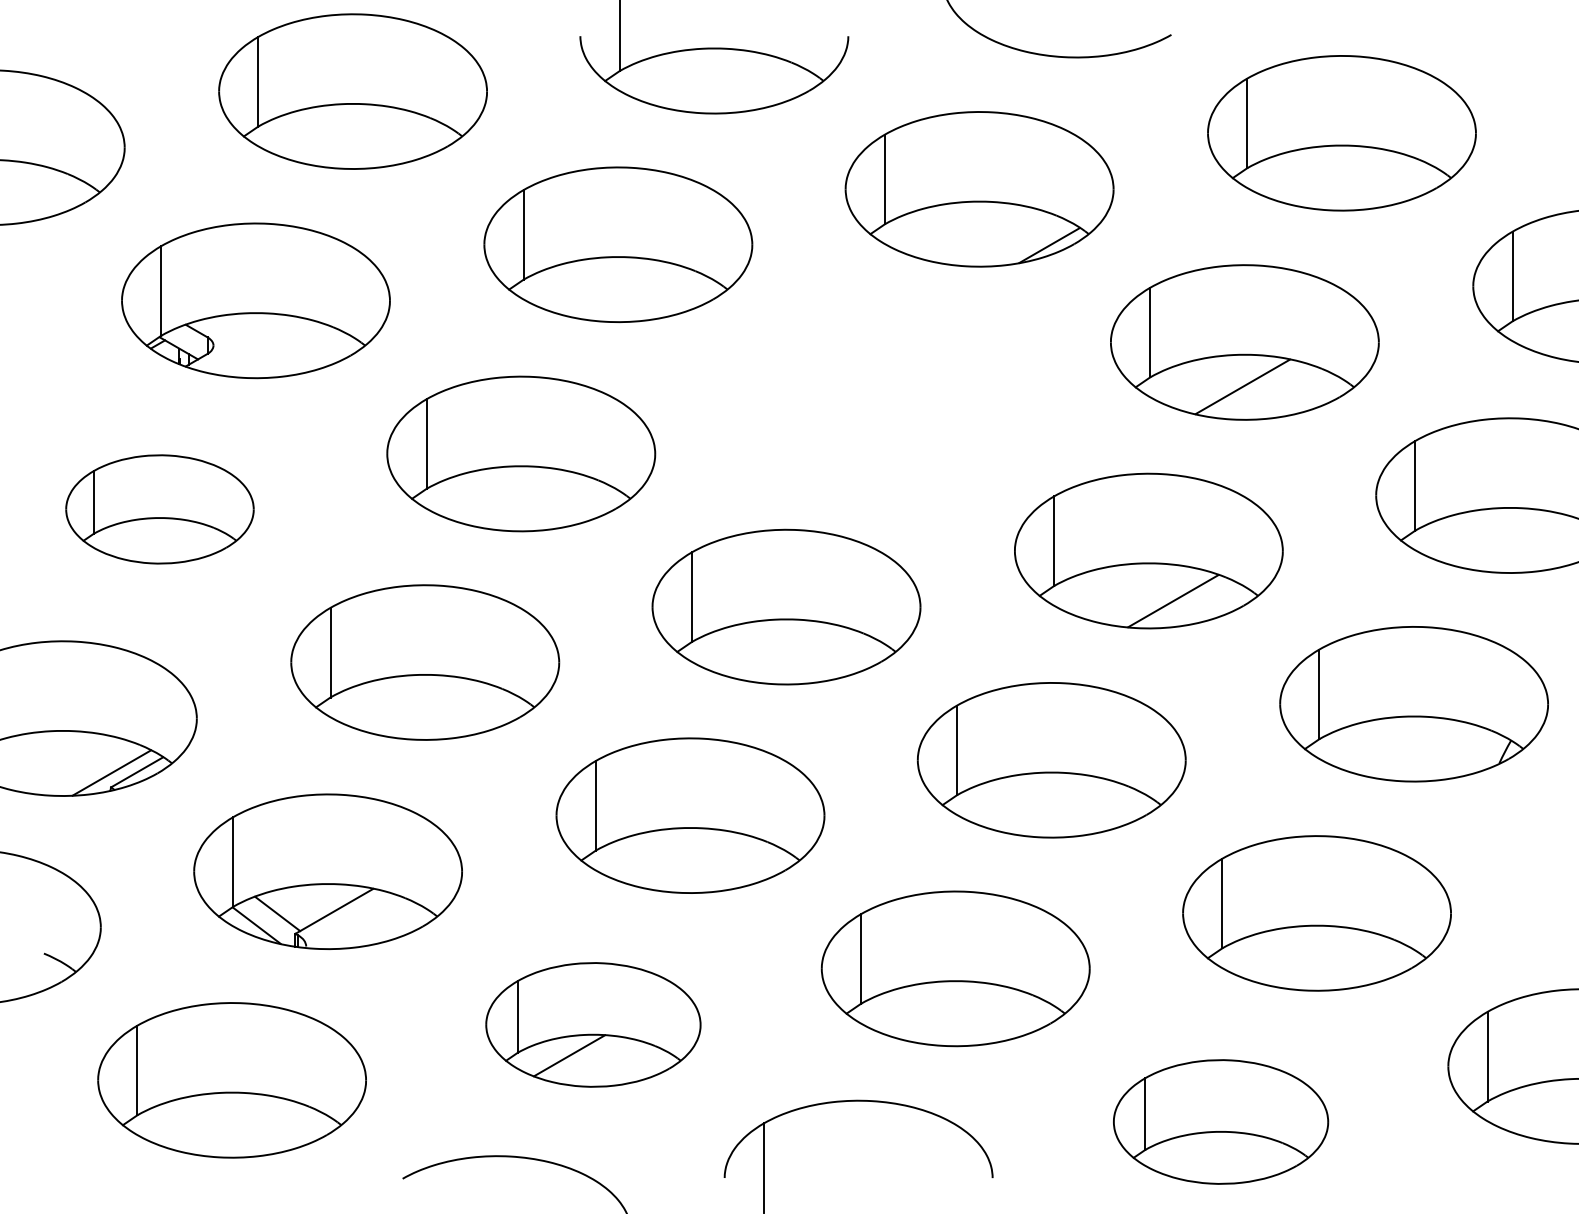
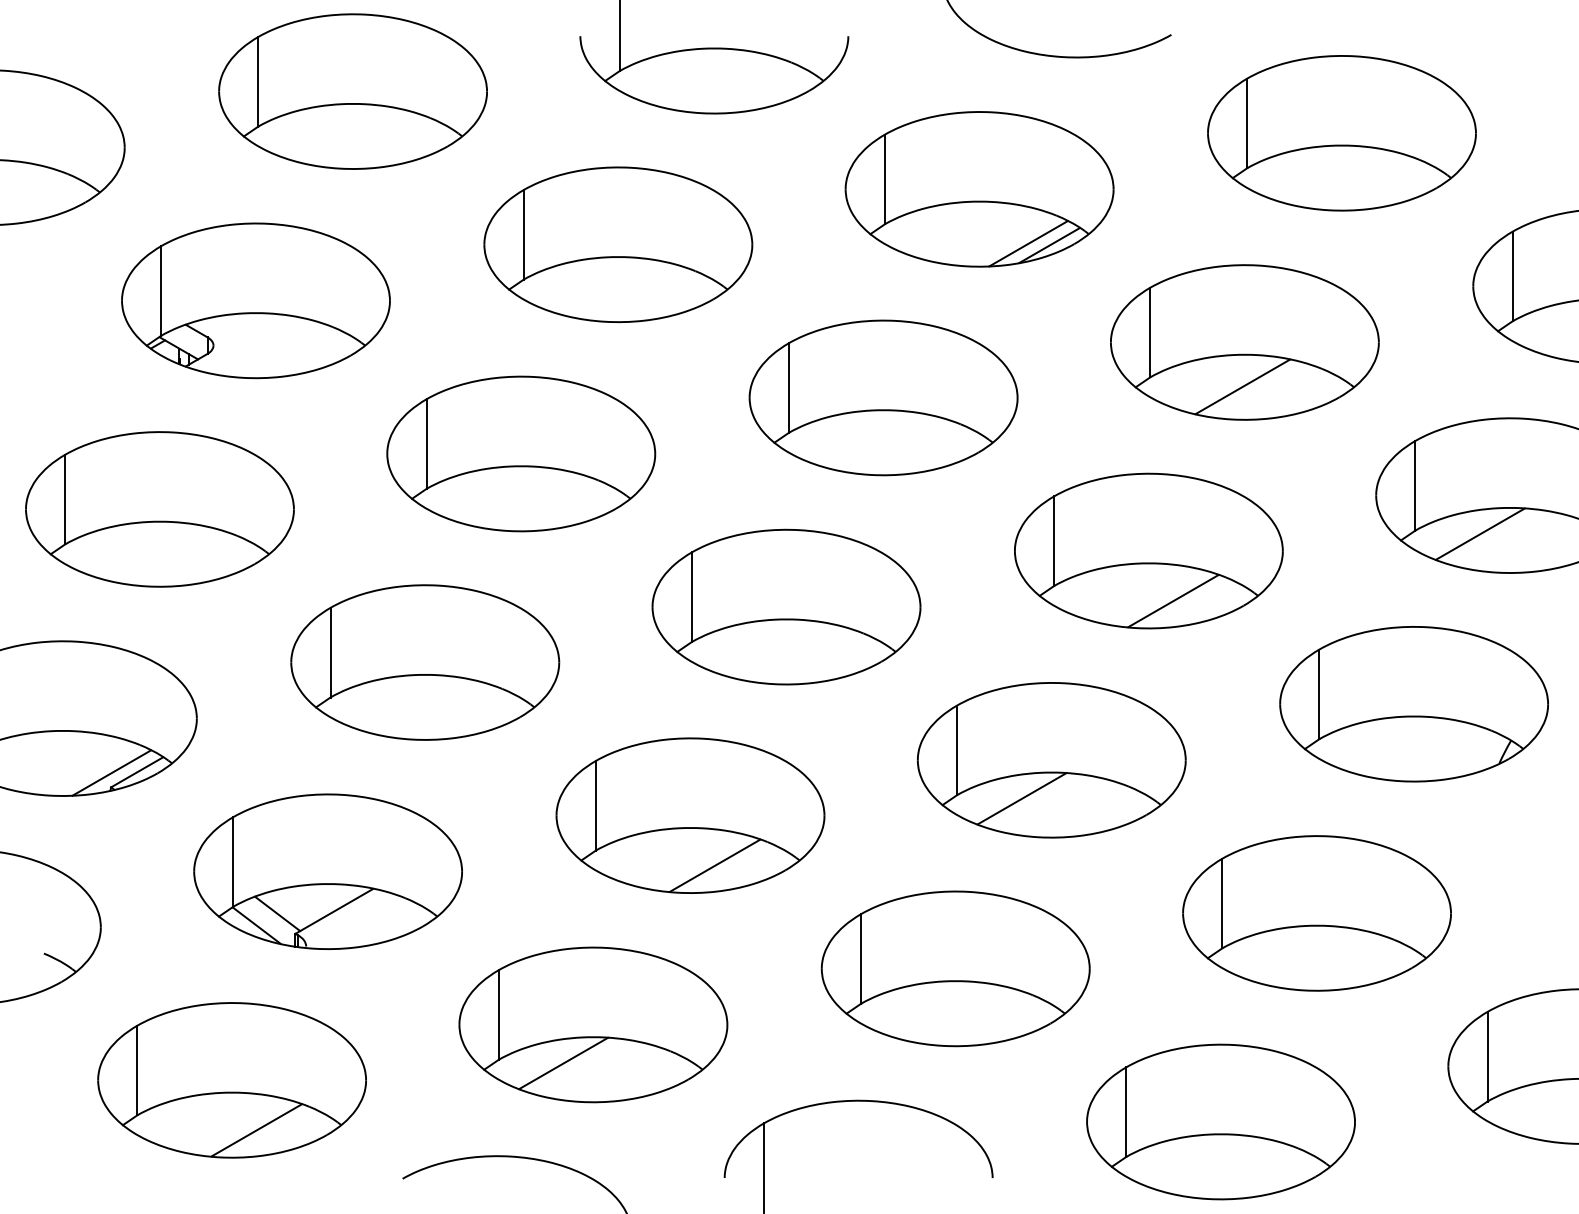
line at (1028, 243): none -> present
part at (883, 397): none -> present
part at (159, 509) size: 190x111 px -> 270x157 px
line at (1479, 533): none -> present
line at (1021, 798): none -> present
line at (714, 865): none -> present
part at (593, 1024) size: 217x126 px -> 271x158 px
part at (1221, 1121) size: 217x126 px -> 270x158 px
line at (256, 1130): none -> present
